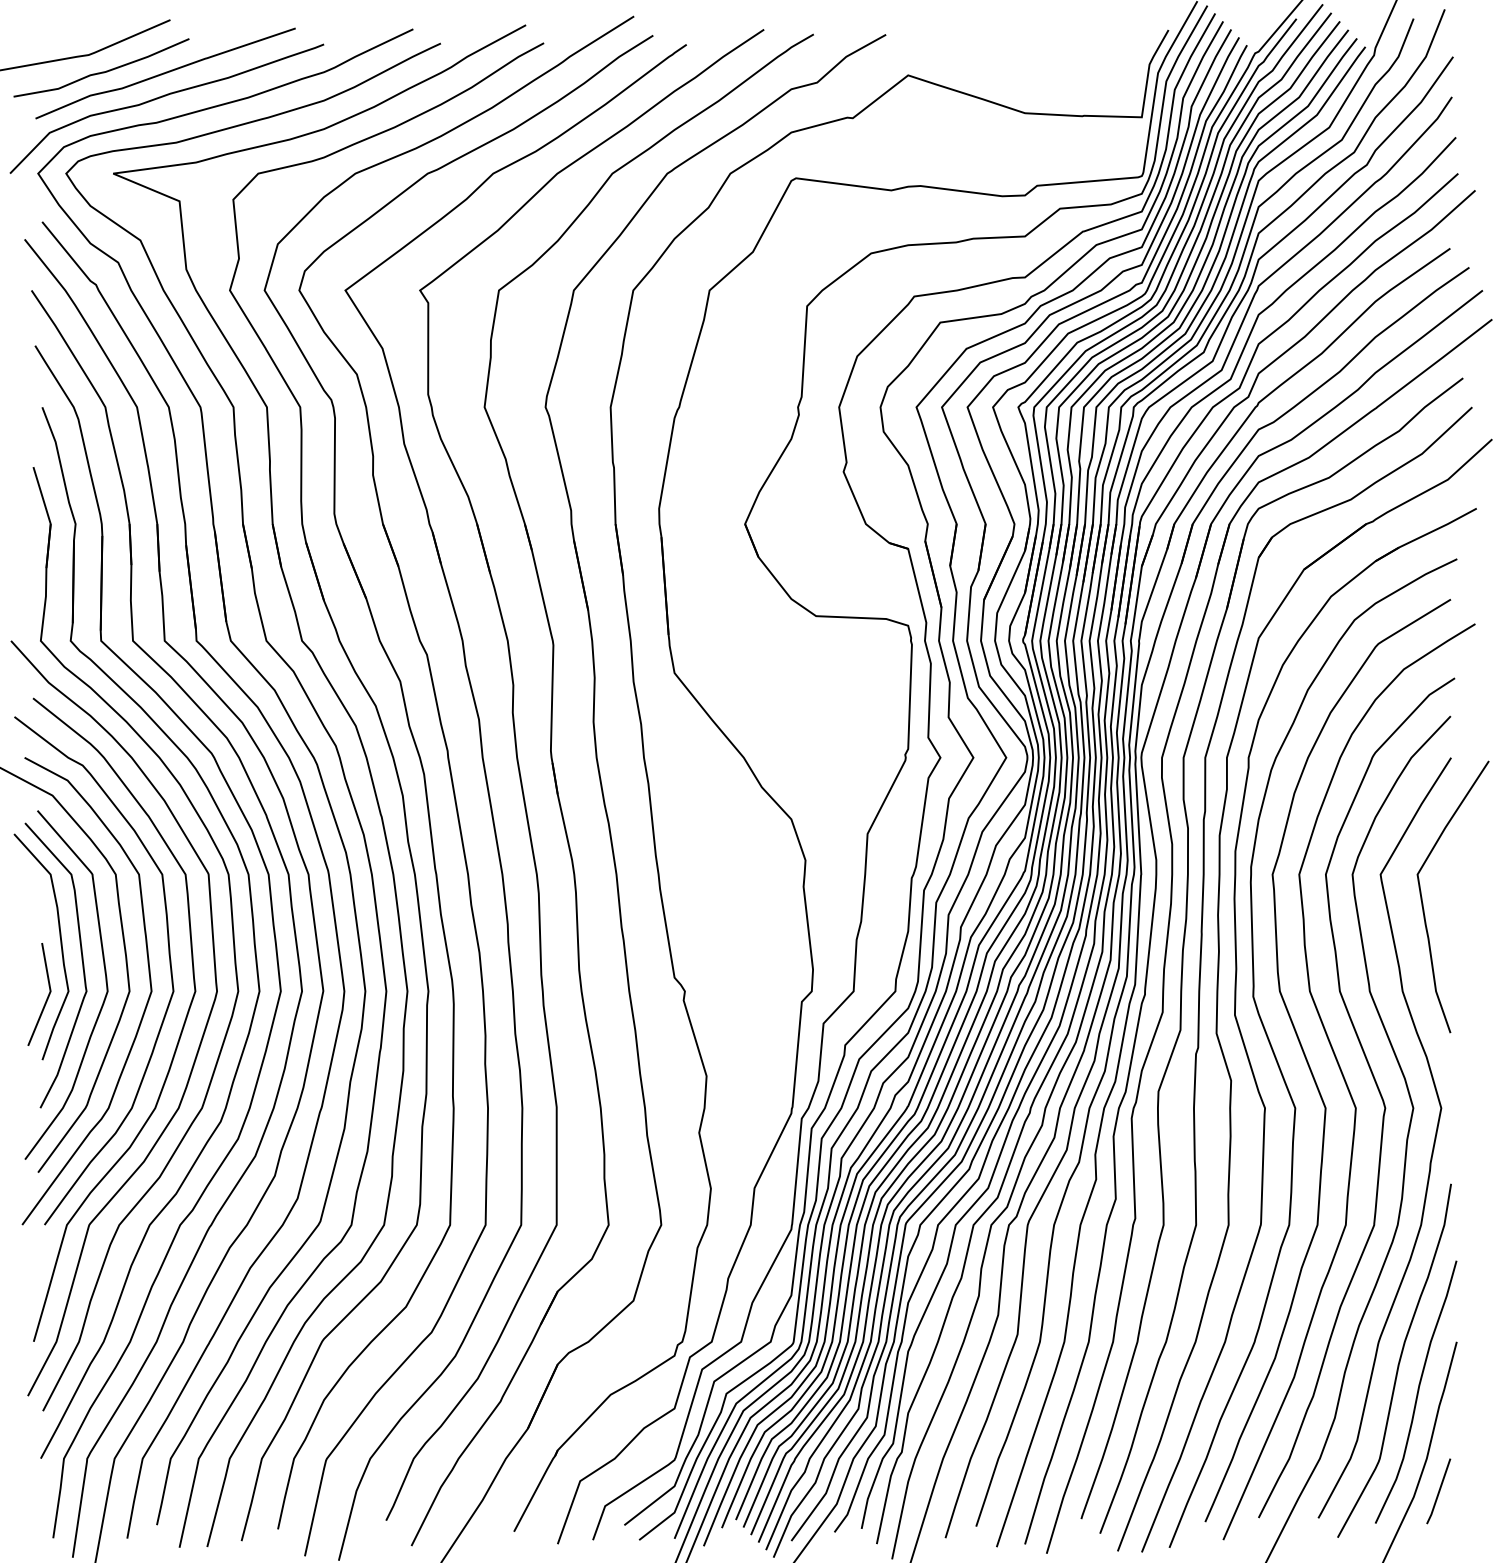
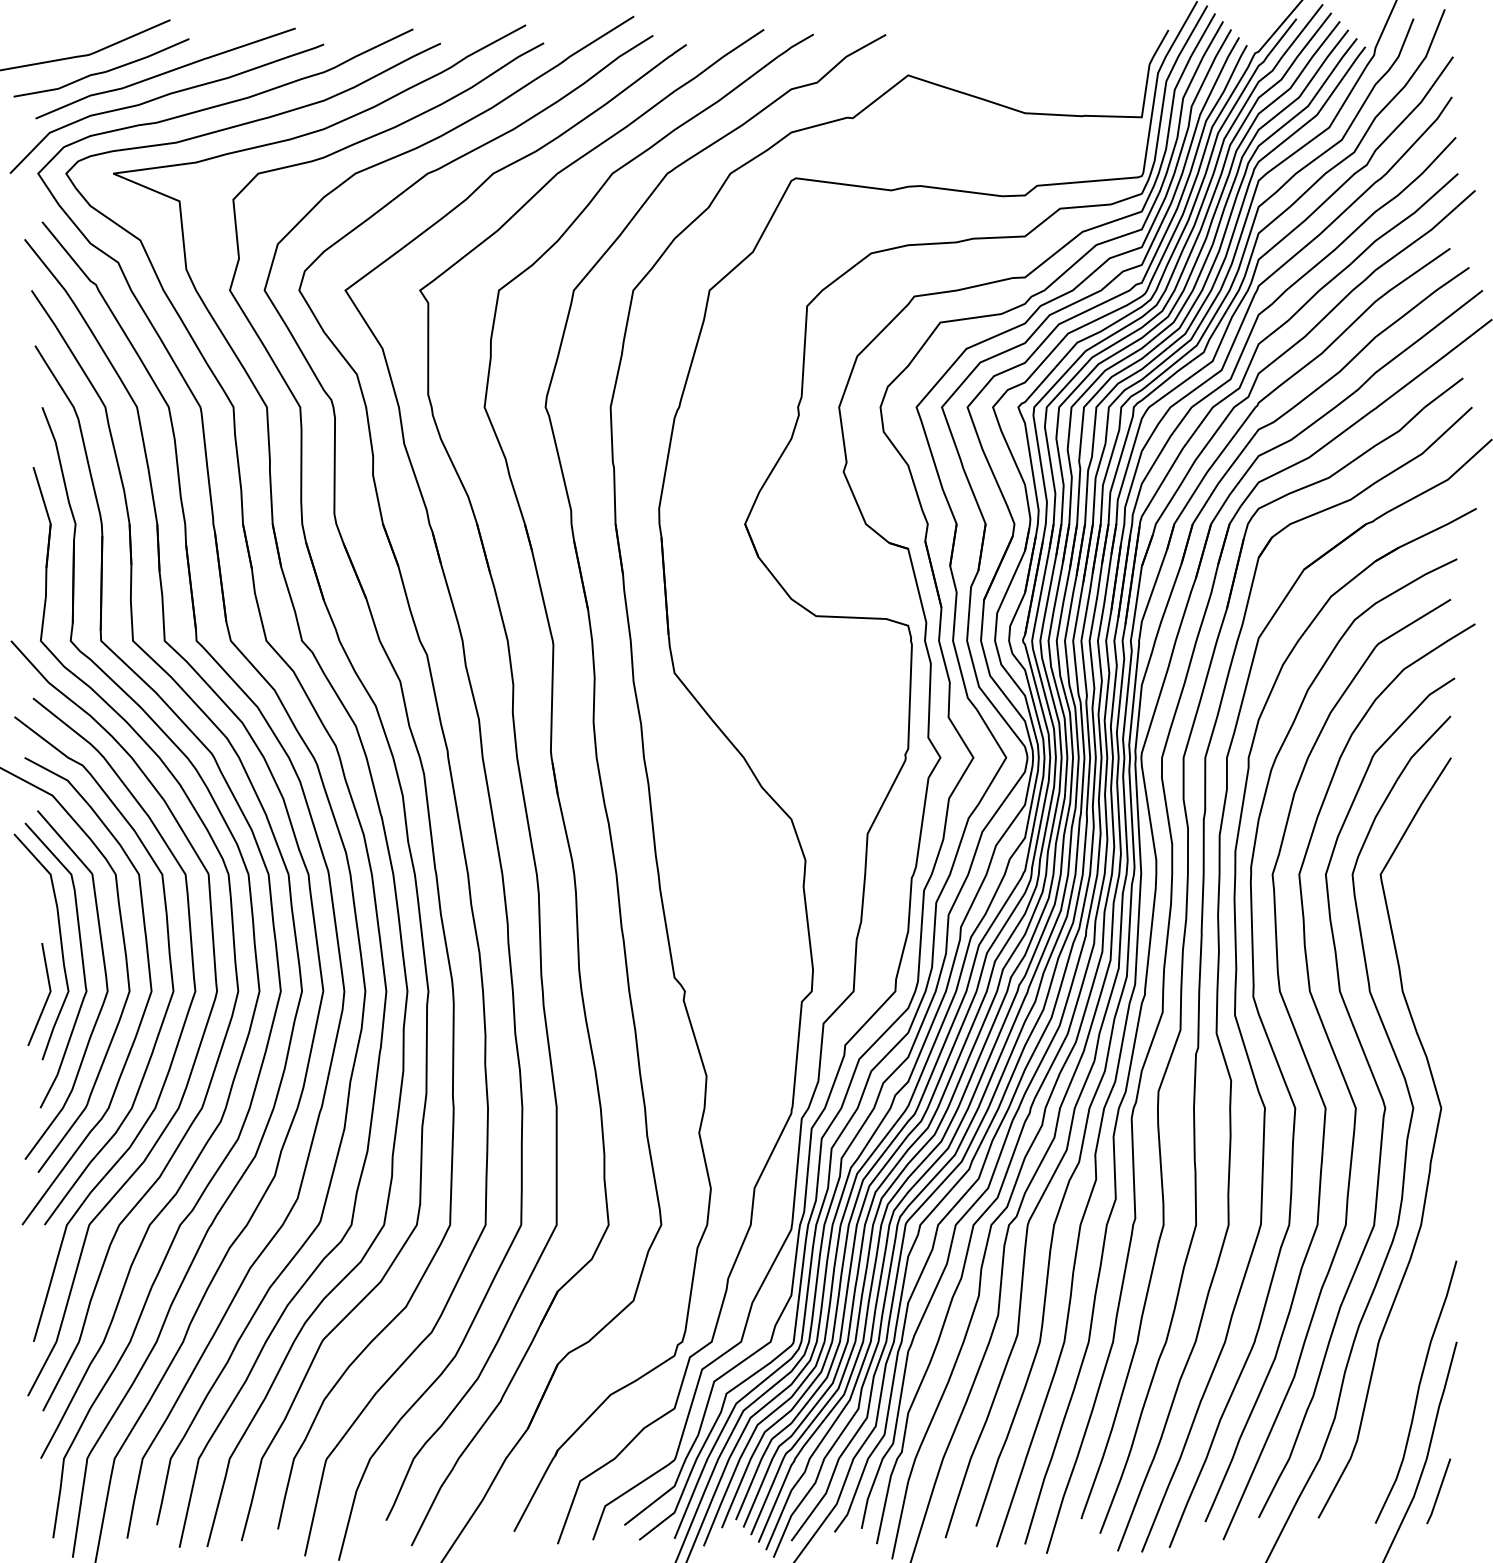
curve at (1423, 903): present -> none
curve at (1398, 1360): present -> none
